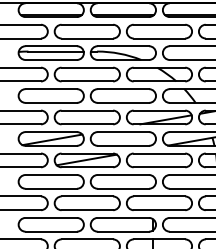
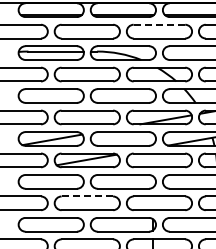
line at (159, 24): solid -> dashed
line at (87, 196): solid -> dashed
